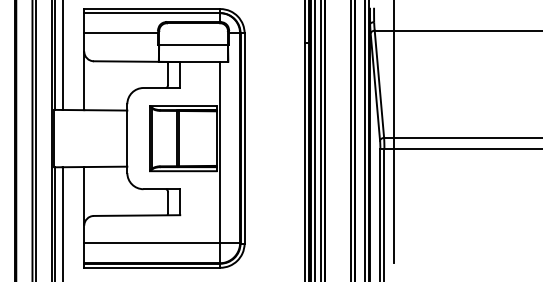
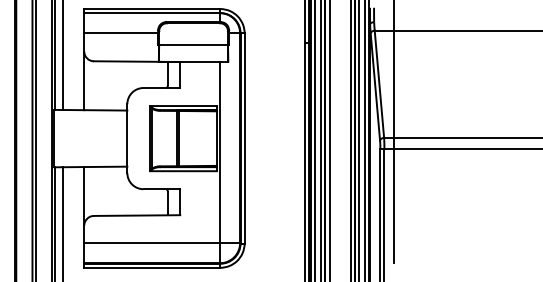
line at (329, 140): none -> present
line at (359, 140): none -> present
